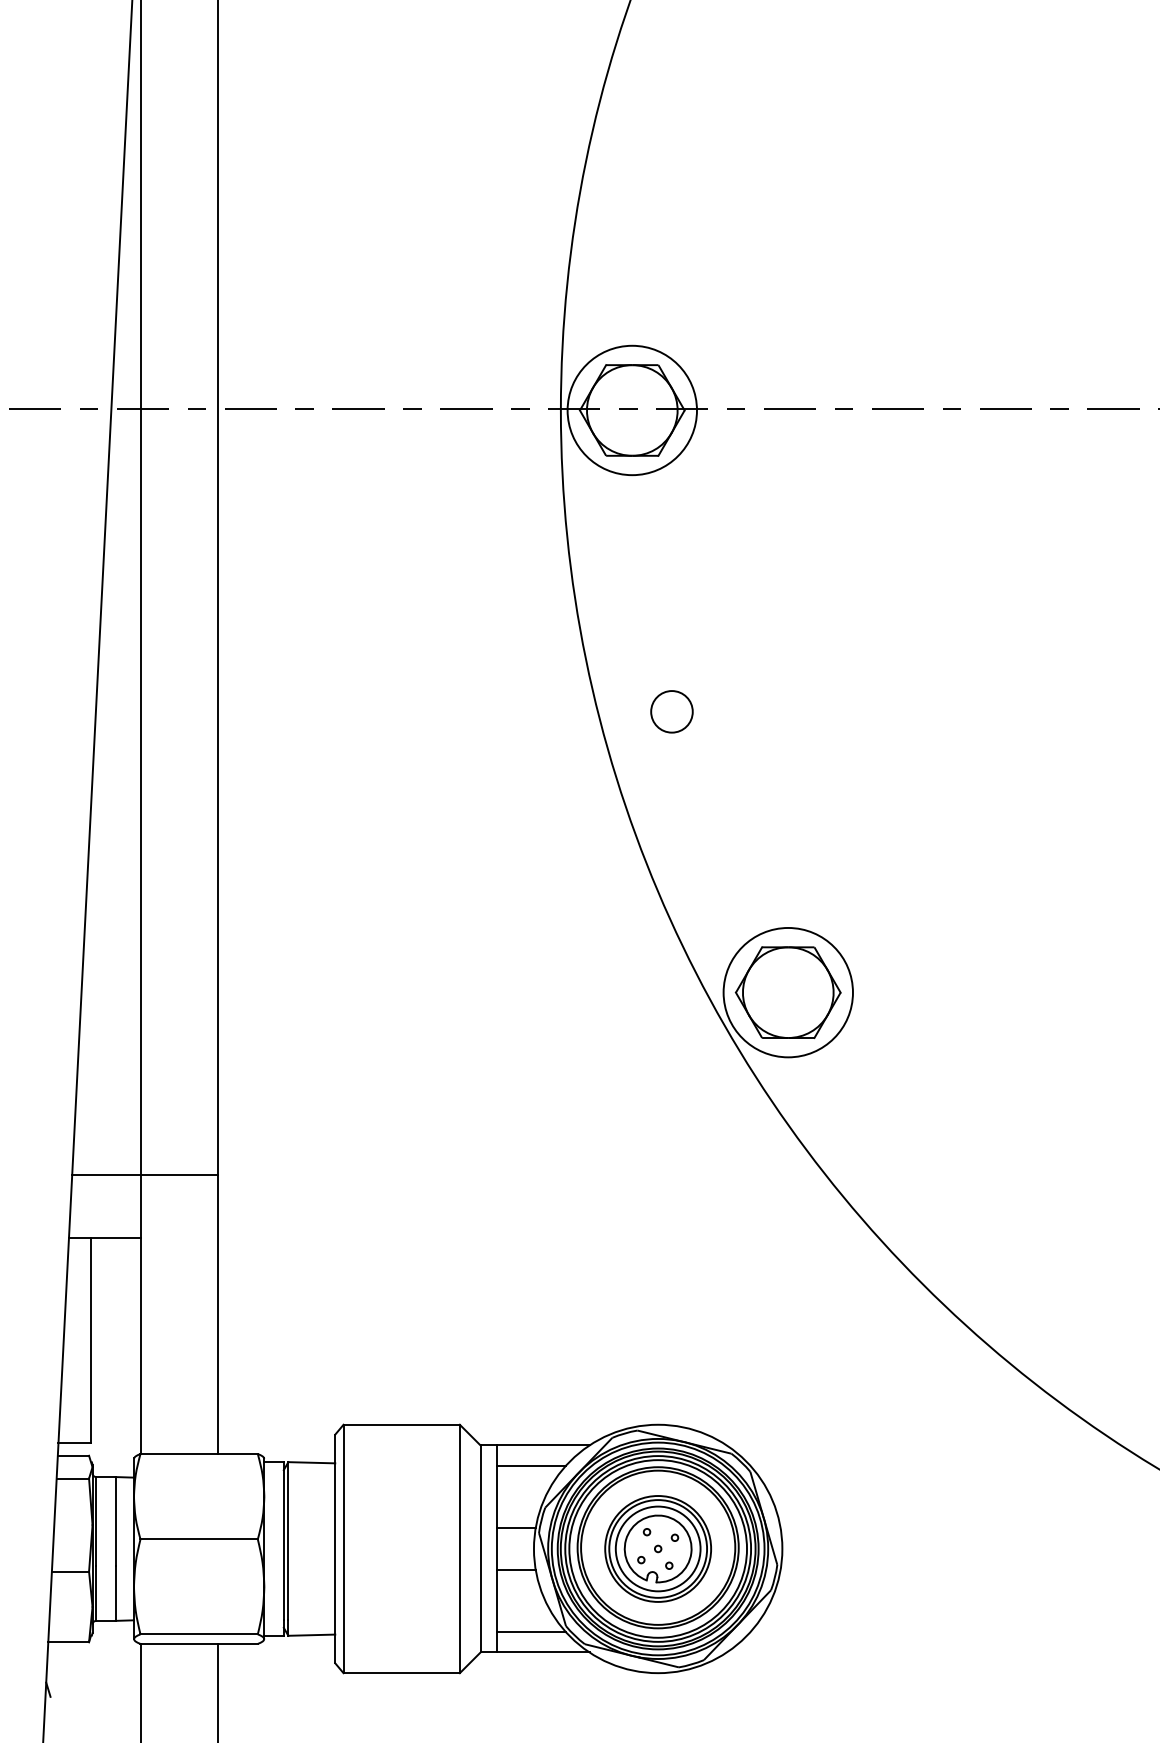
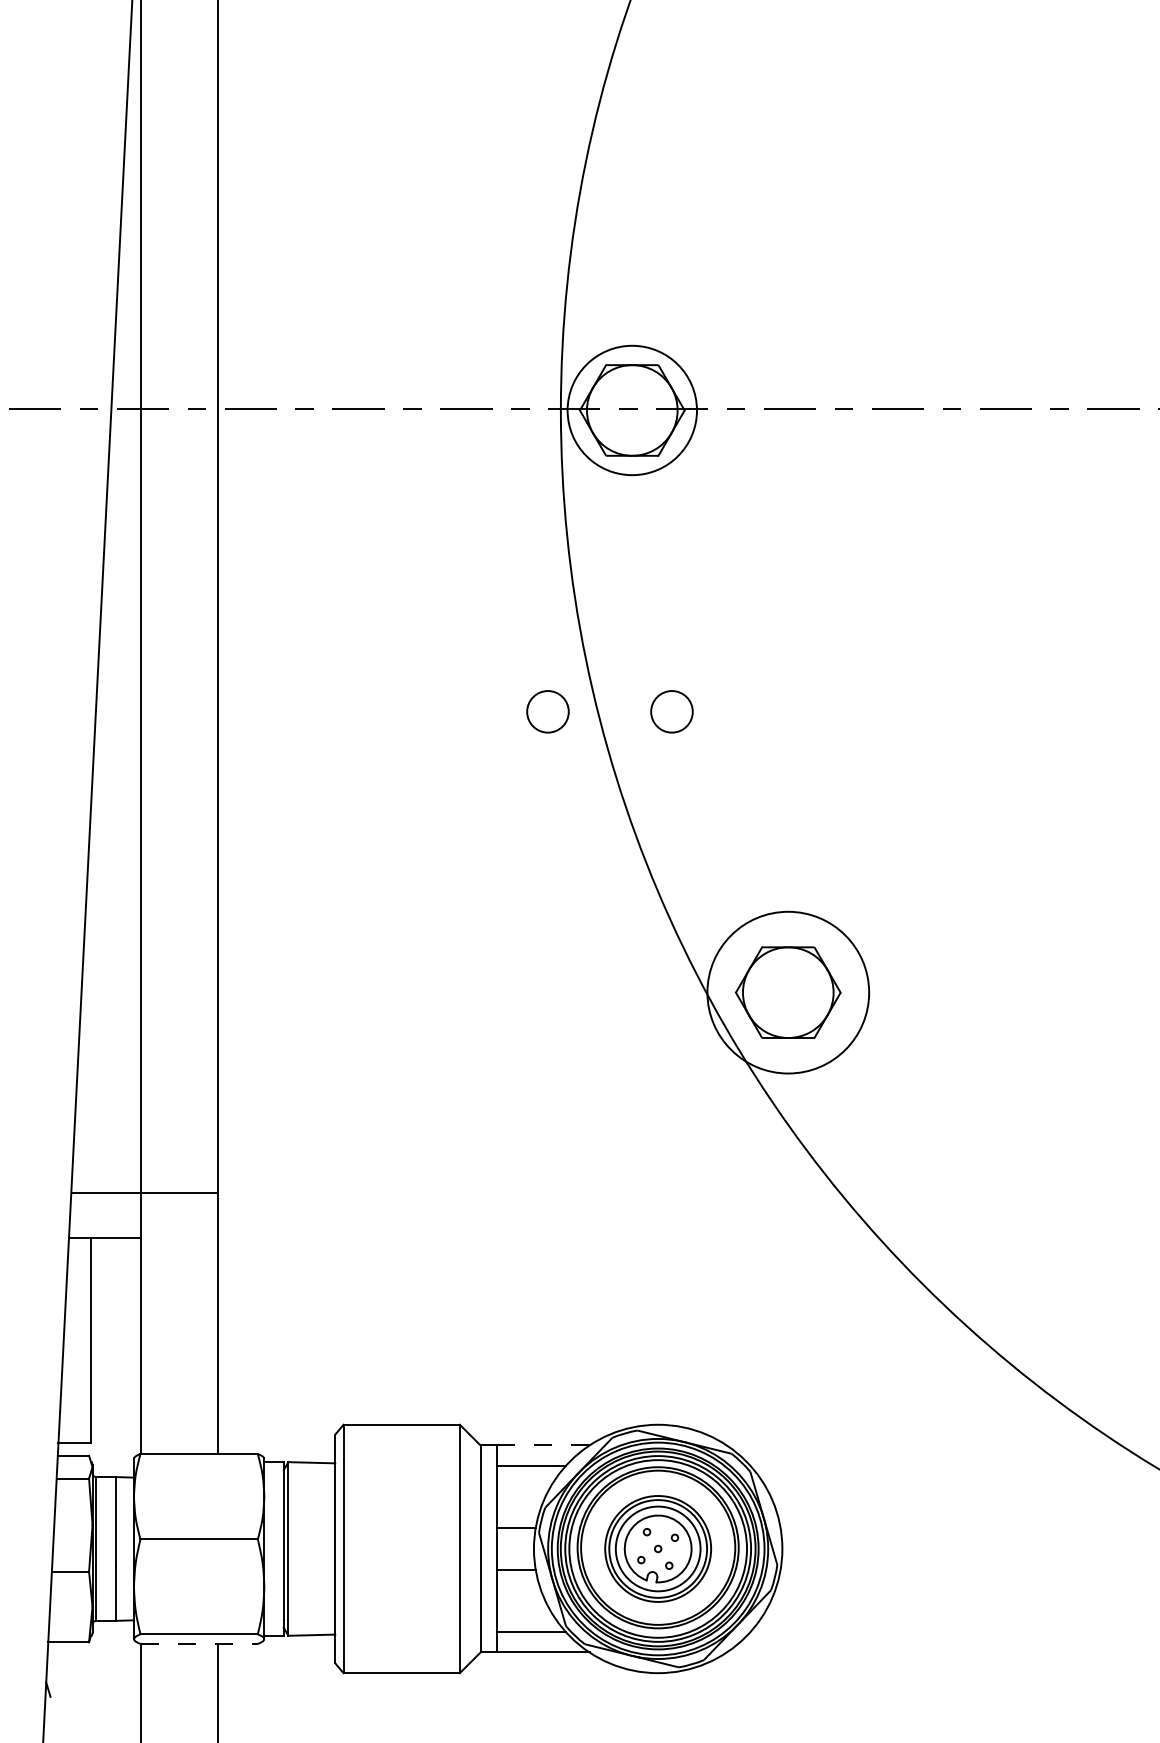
circle at (547, 711): none -> present
circle at (787, 992) diameter: 129 px -> 162 px
line at (145, 1175) position: (145, 1175) -> (145, 1193)
line at (543, 1445): solid -> dashed
line at (199, 1643): solid -> dashed
